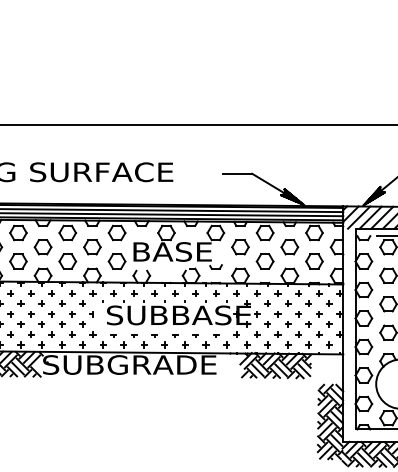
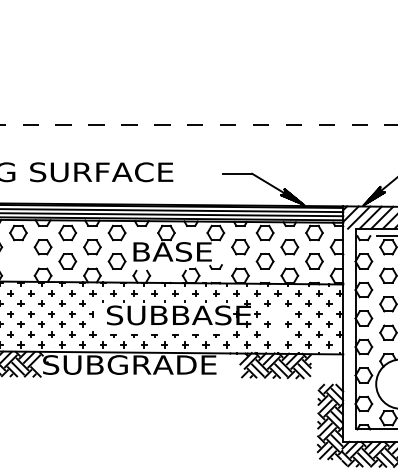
line at (199, 125): solid -> dashed
part at (18, 261): present -> none
part at (277, 314): present -> none
part at (277, 334): present -> none
